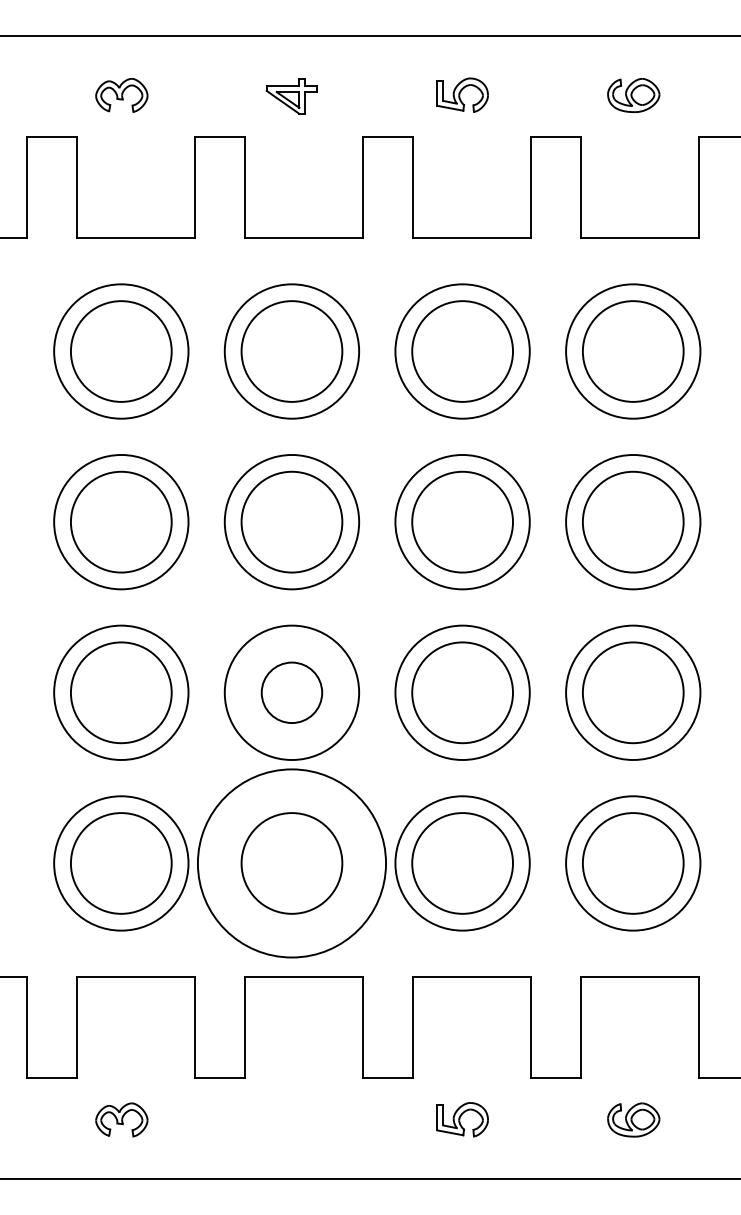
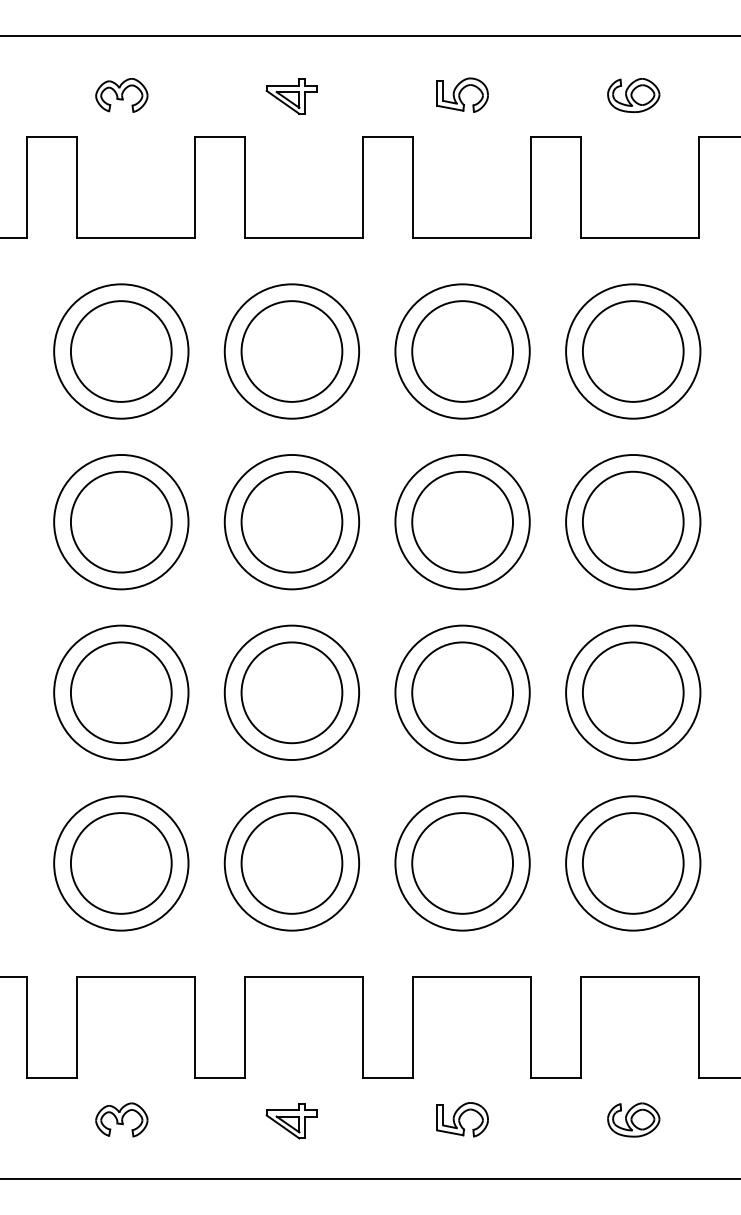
circle at (291, 692) diameter: 60 px -> 101 px
circle at (291, 863) diameter: 188 px -> 134 px
part at (291, 1121): none -> present
